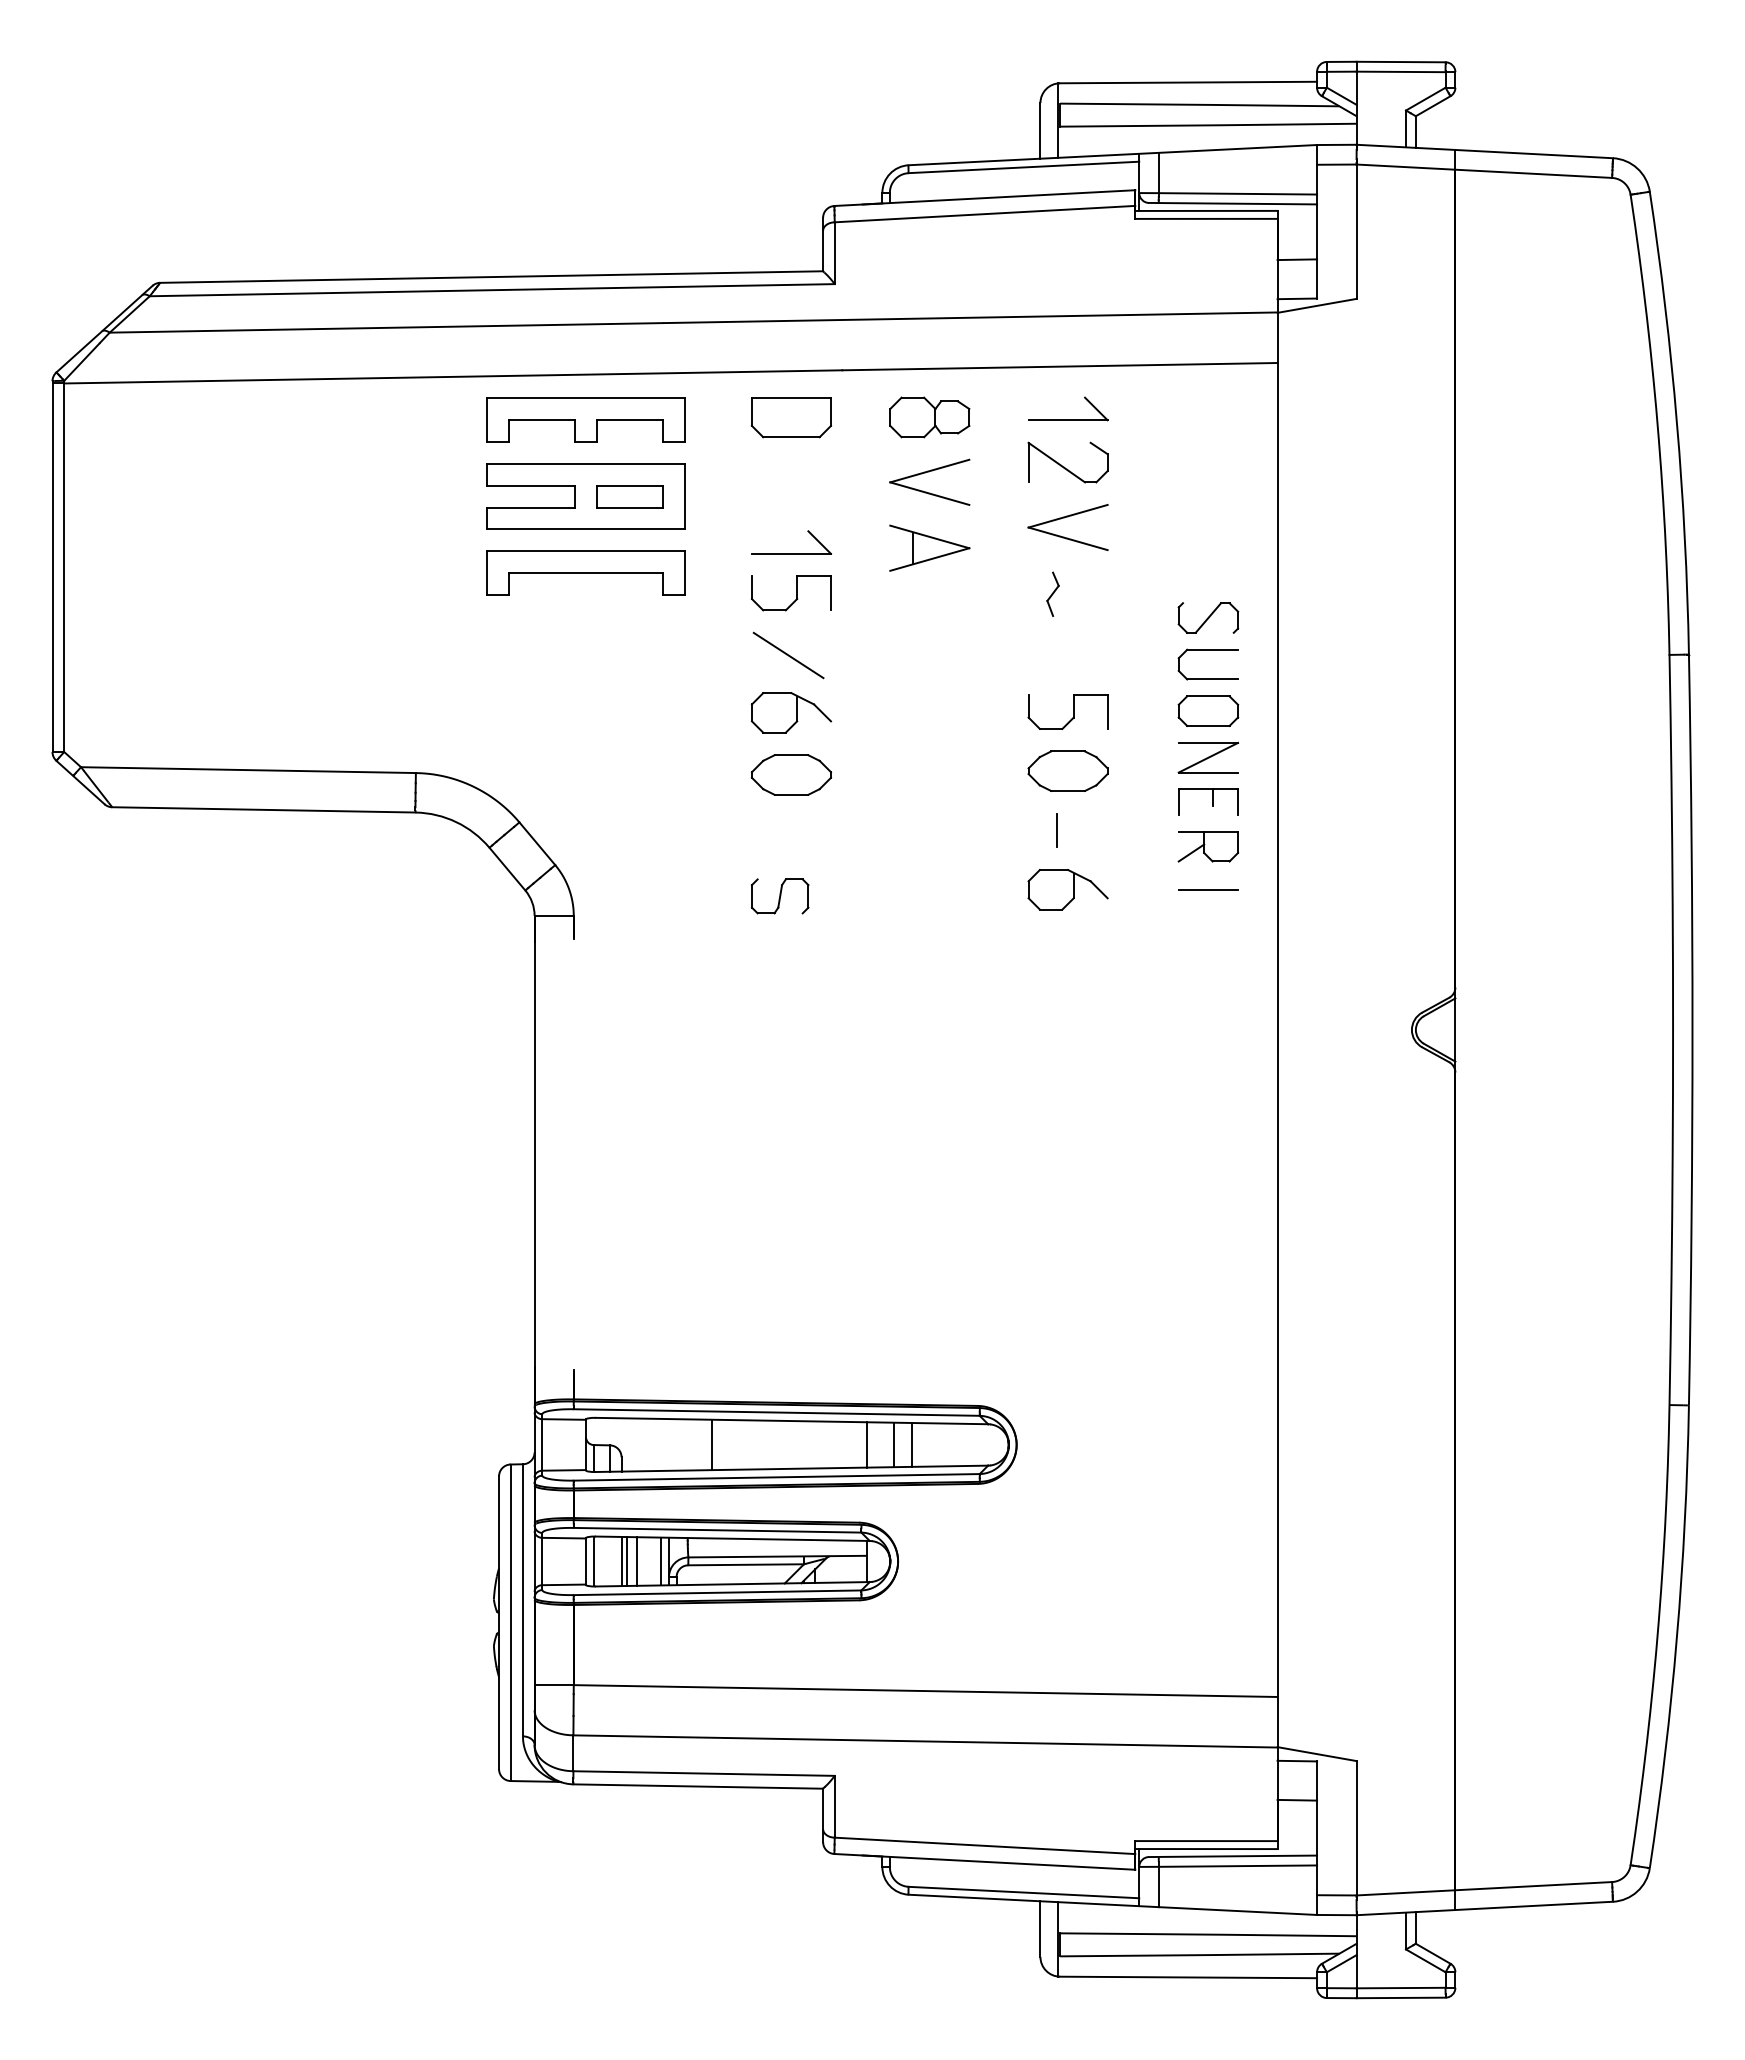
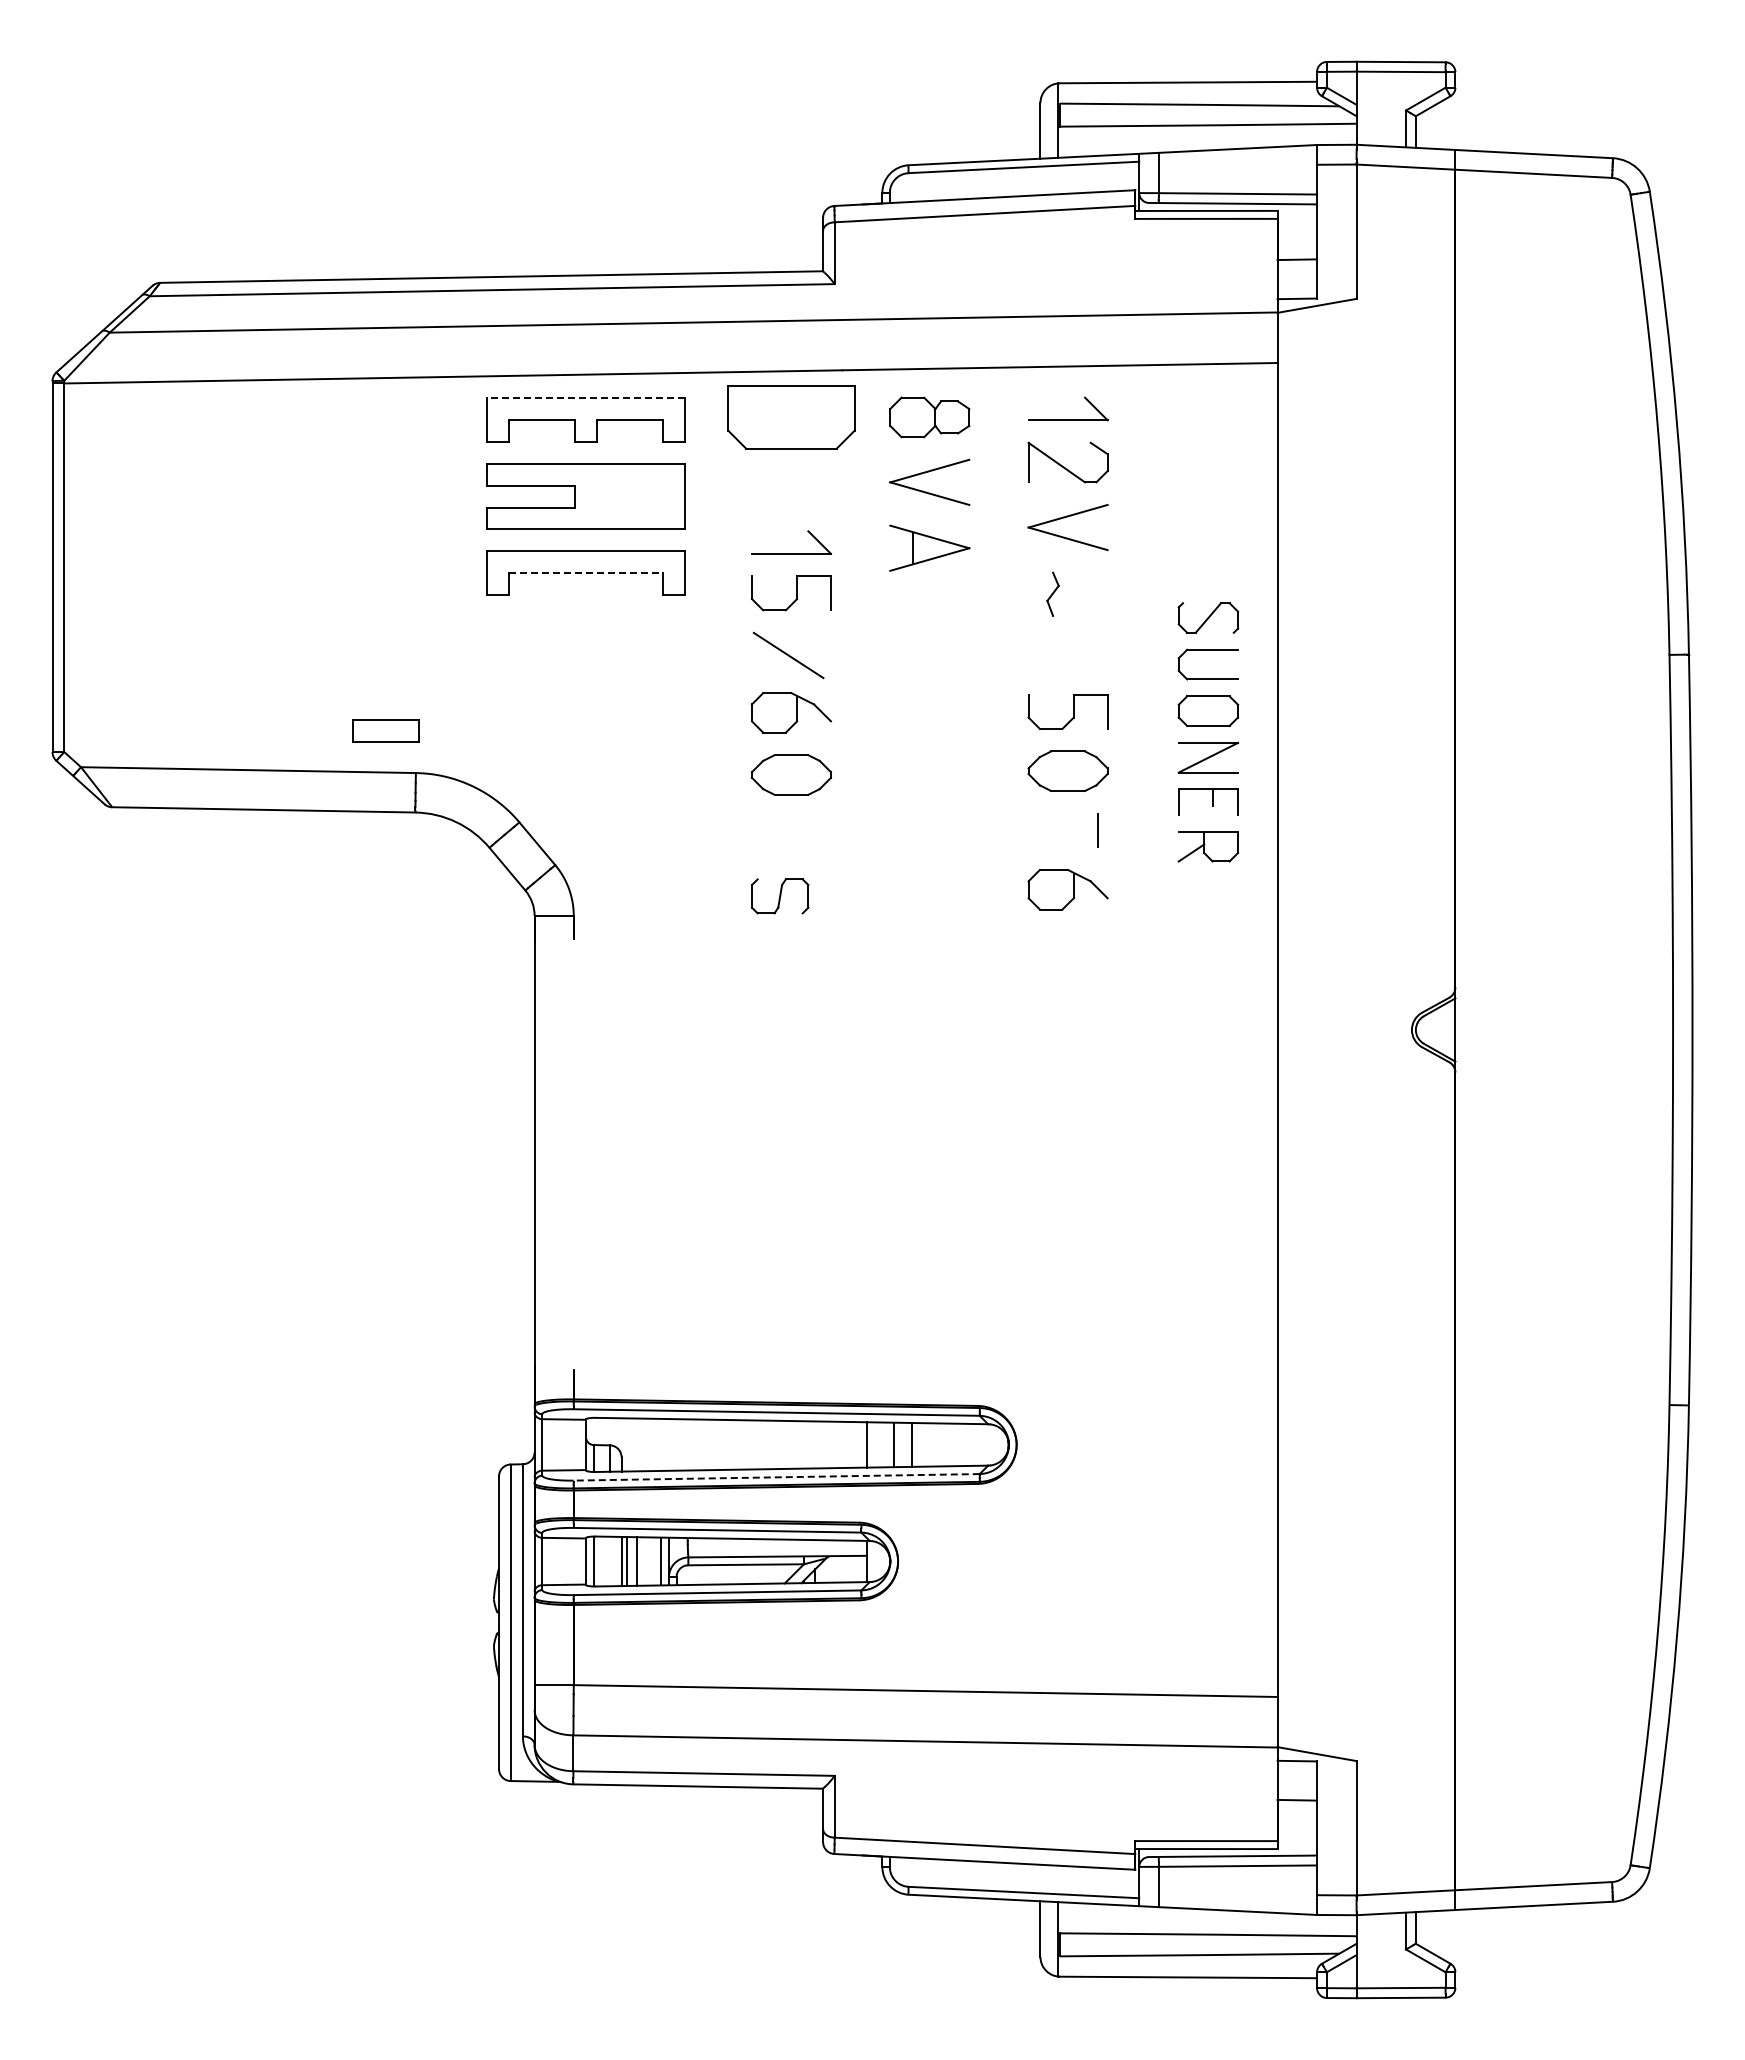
line at (586, 397): solid -> dashed
part at (791, 417) size: 81x42 px -> 129x65 px
part at (629, 496) position: (629, 496) -> (385, 730)
line at (586, 573): solid -> dashed
line at (1056, 830) position: (1056, 830) -> (1097, 830)
line at (1208, 889): present -> none
line at (712, 1444): present -> none
line at (776, 1477): solid -> dashed
